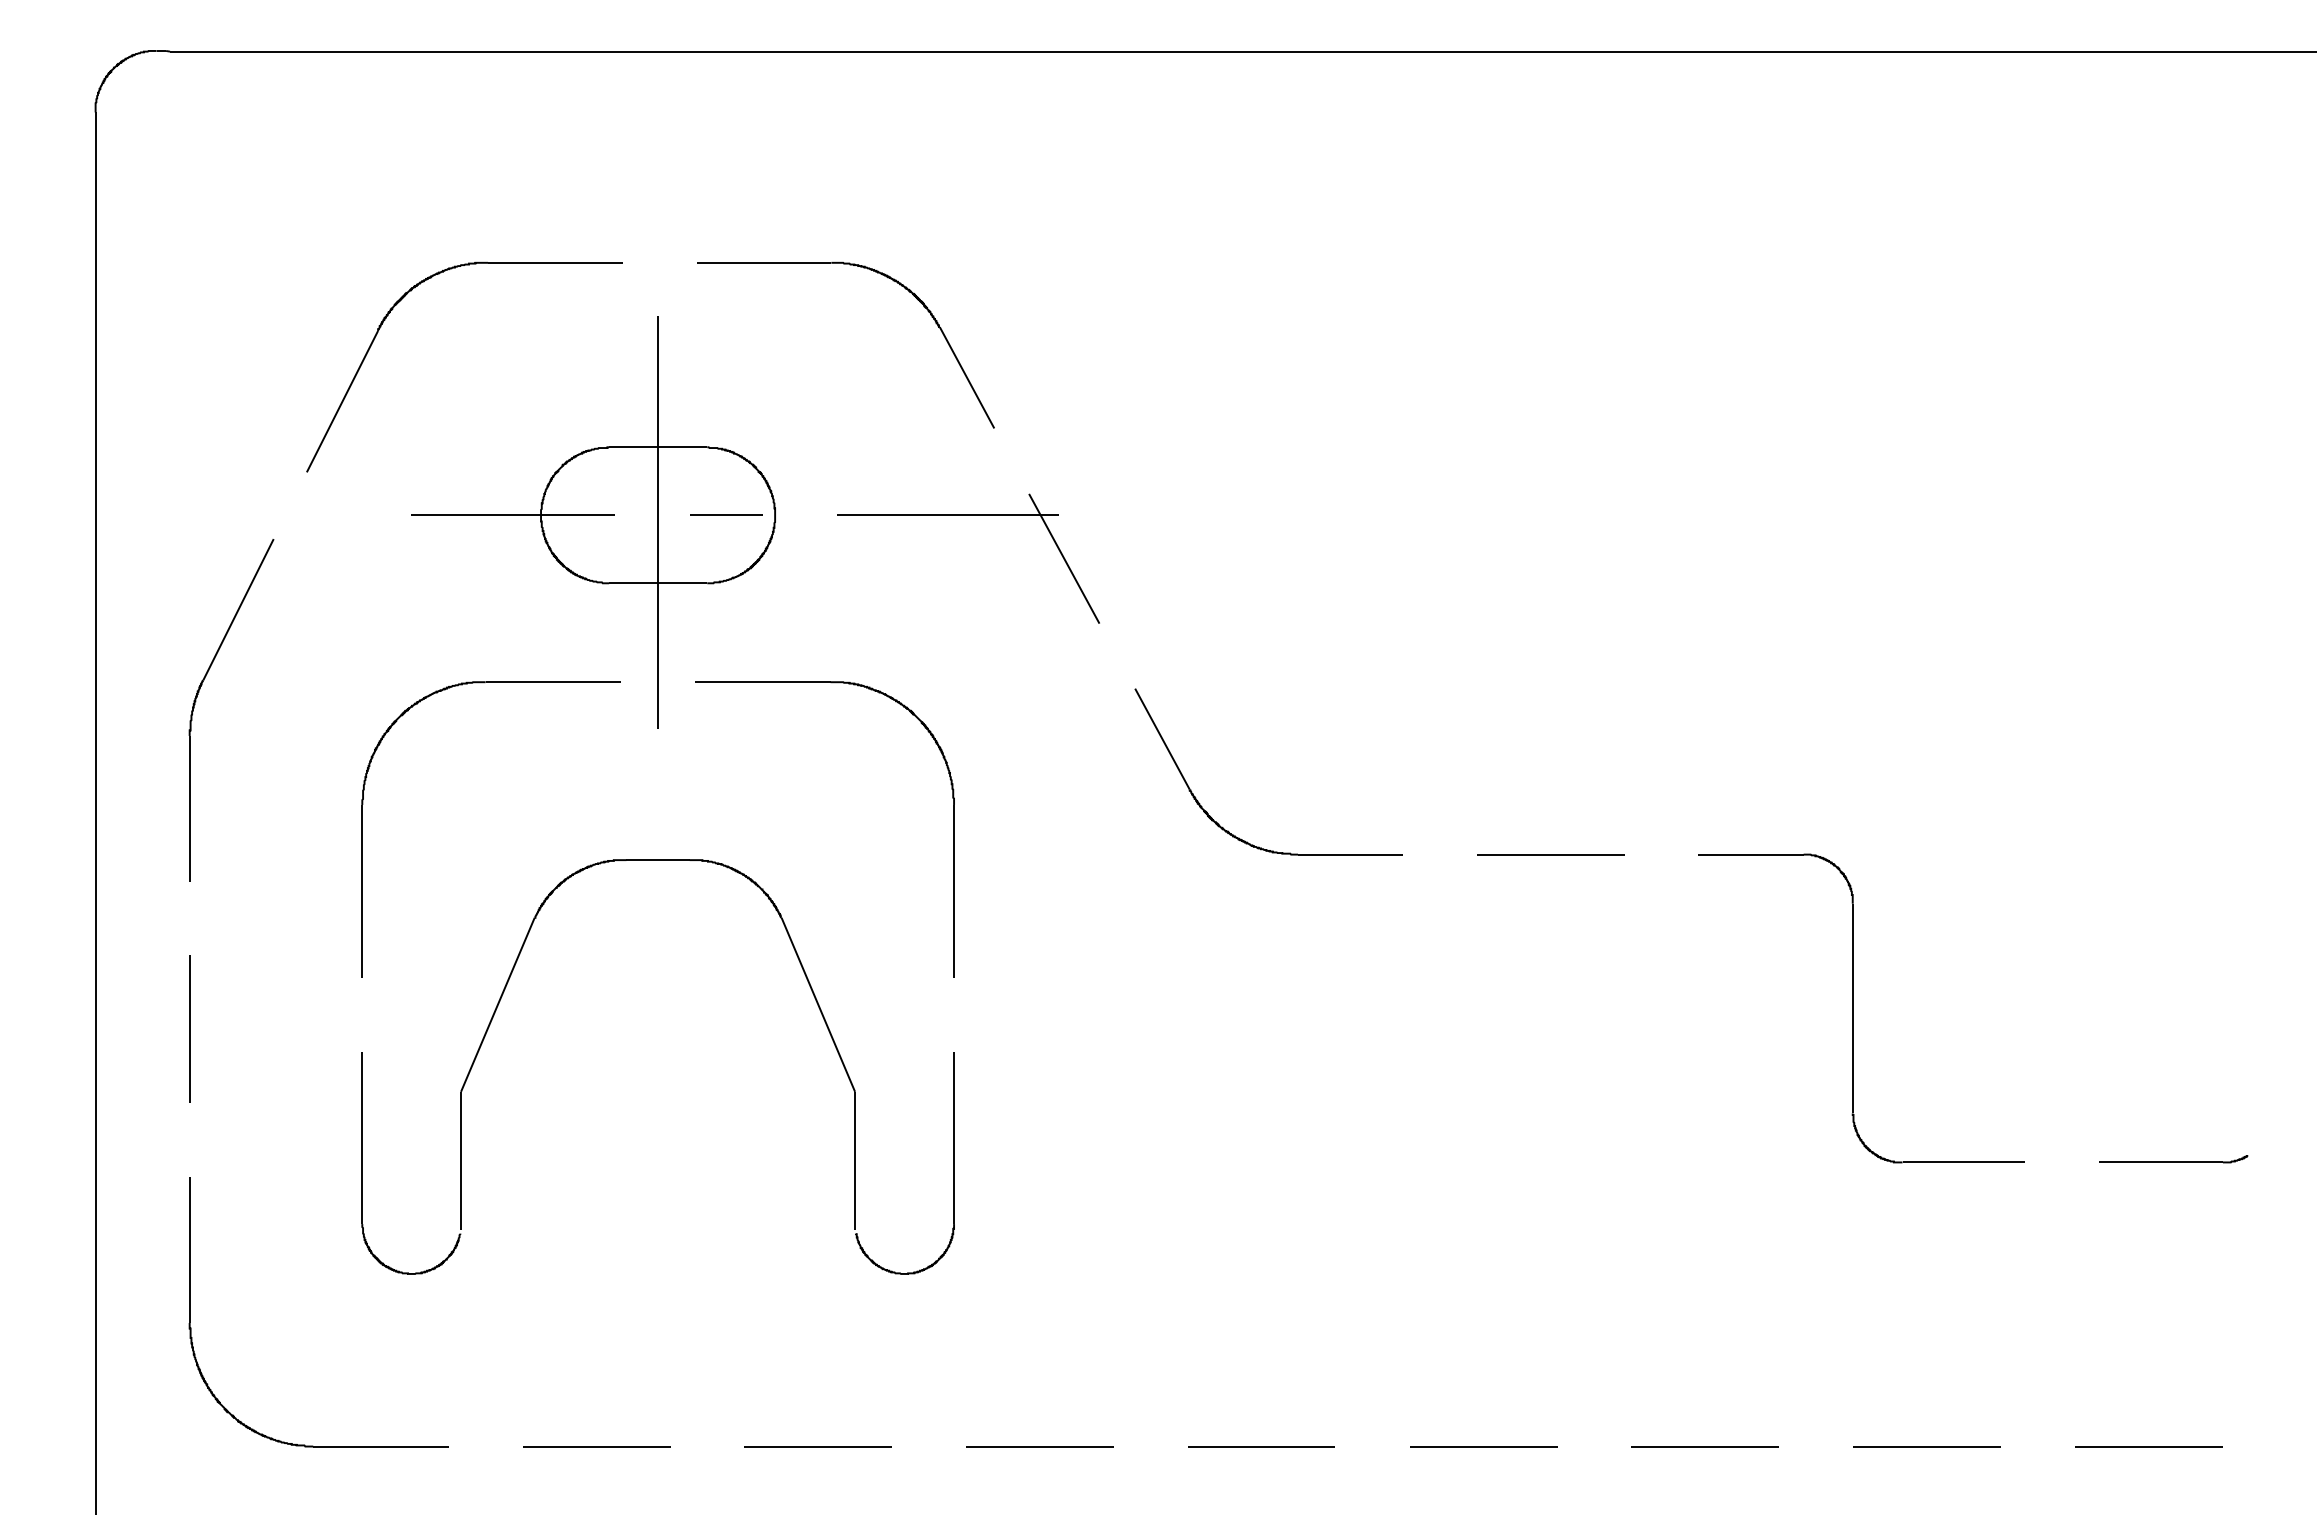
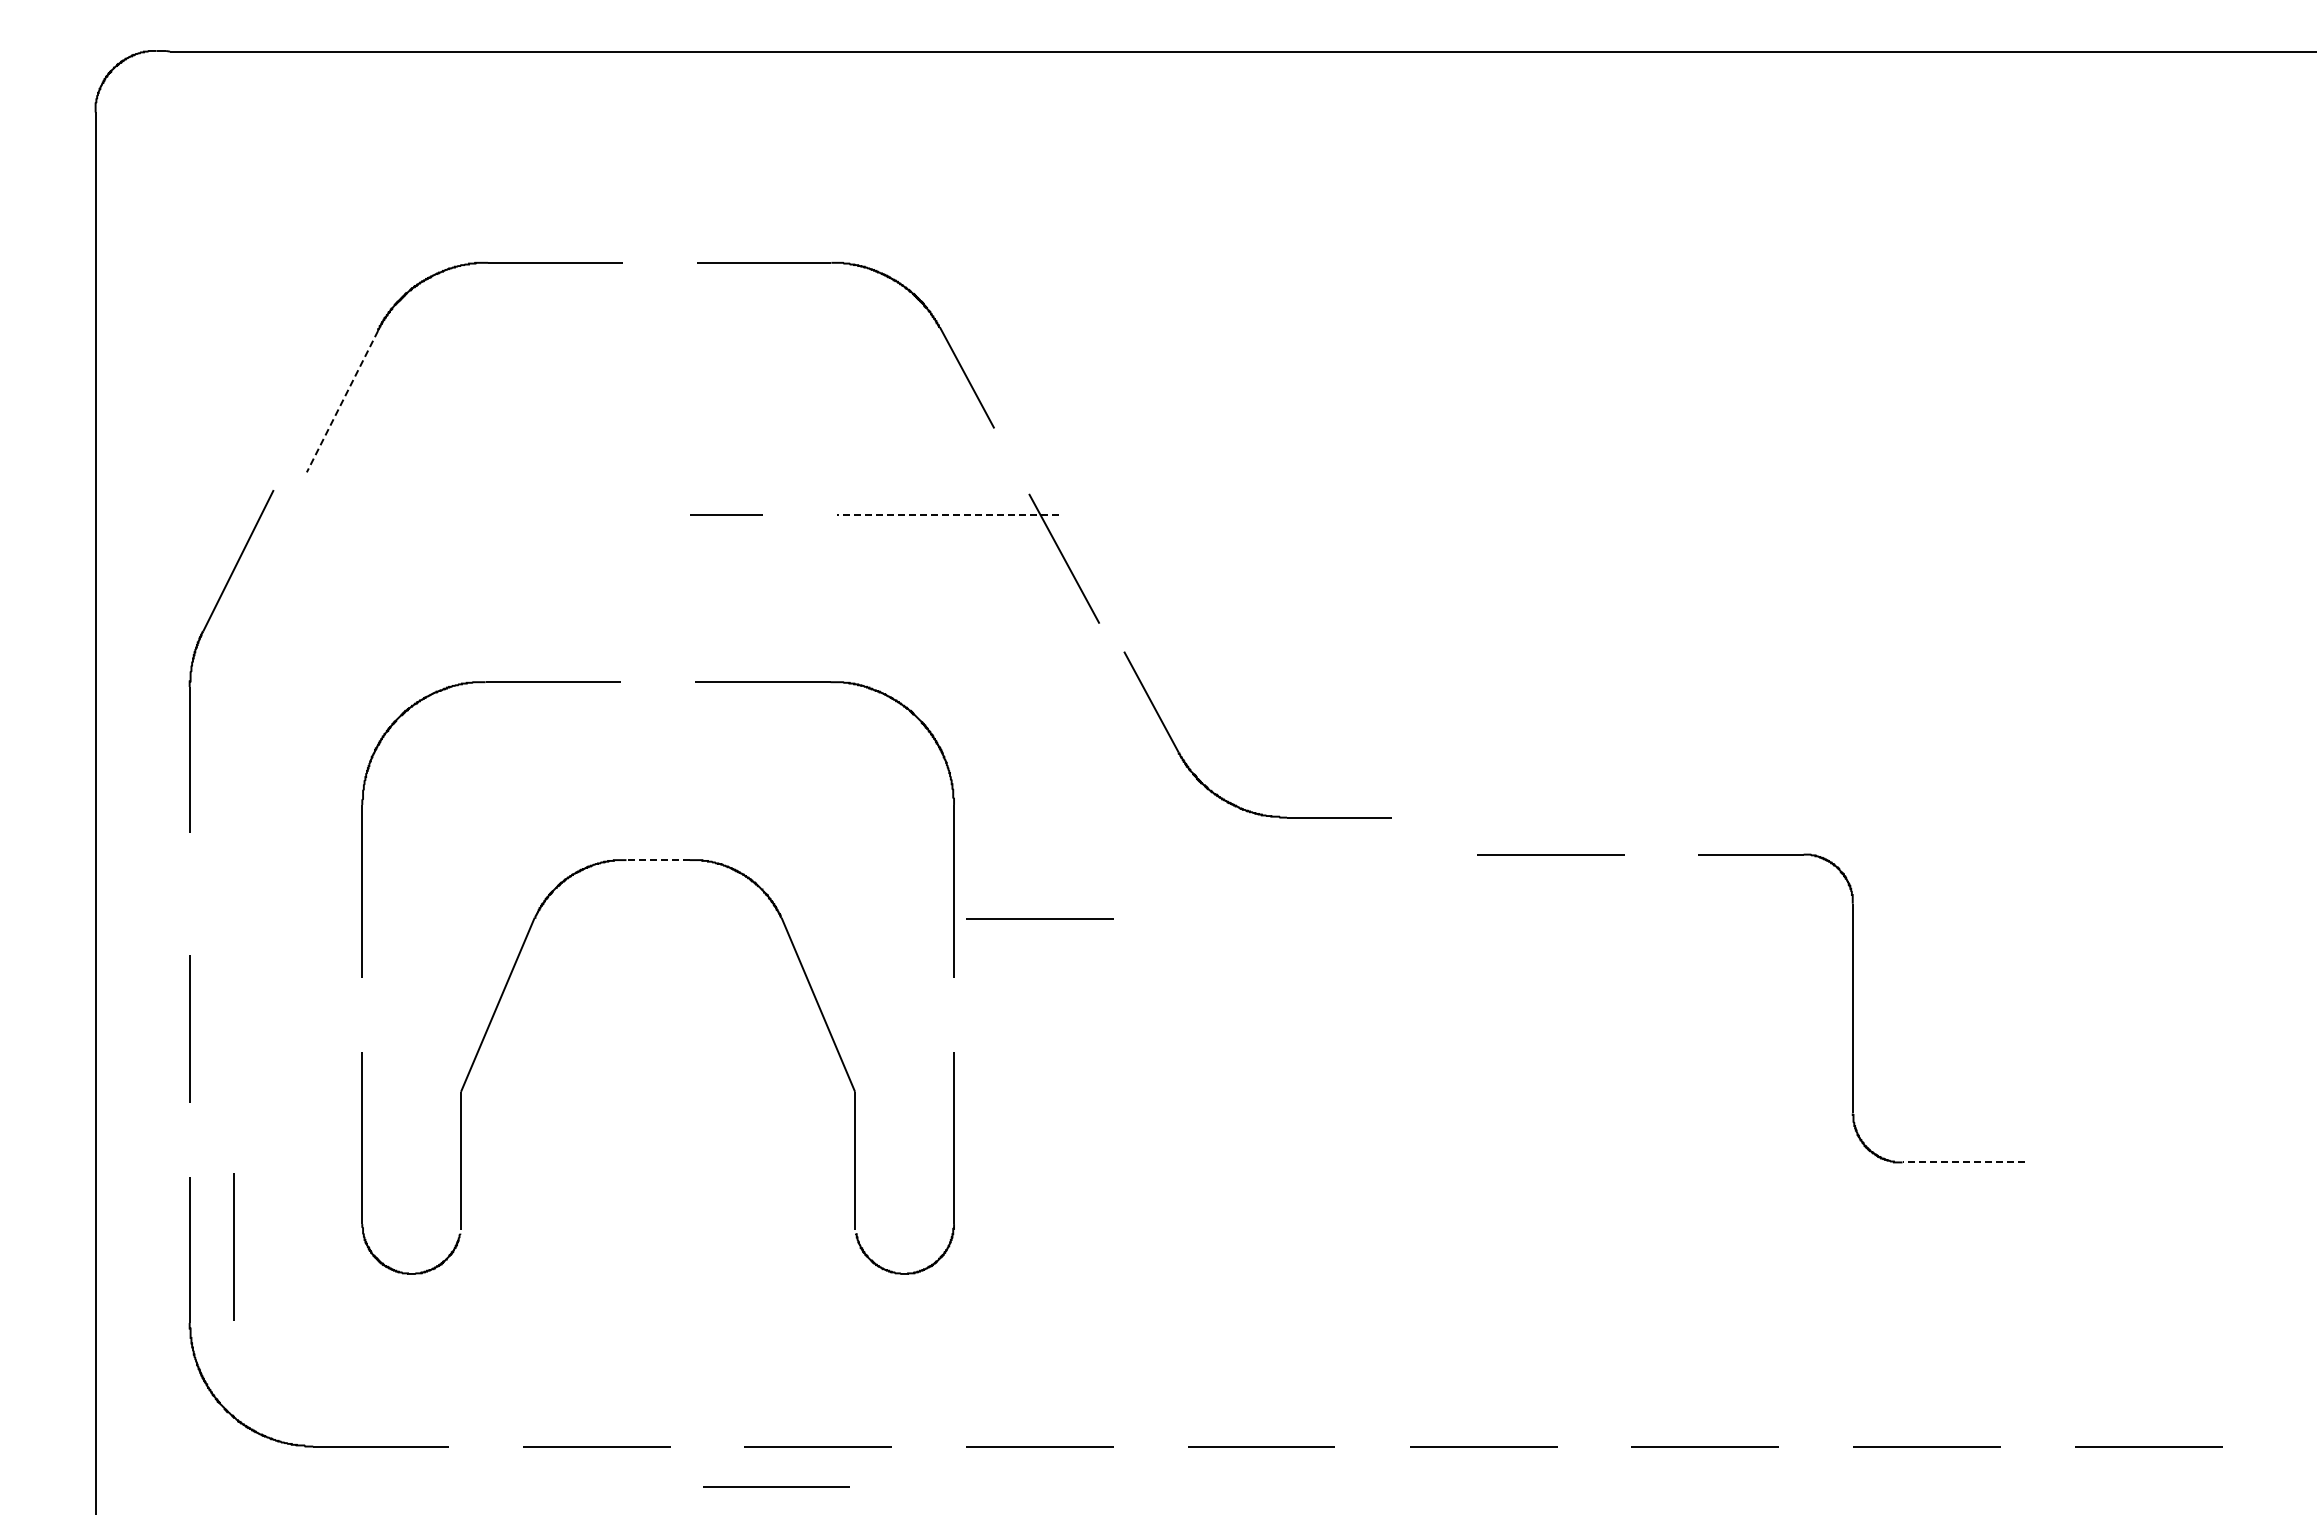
line at (342, 402): solid -> dashed
line at (947, 515): solid -> dashed
part at (593, 522): present -> none
part at (196, 701) position: (196, 701) -> (196, 652)
part at (1228, 830) position: (1228, 830) -> (1217, 793)
line at (658, 860): solid -> dashed
line at (1039, 918): none -> present
part at (2173, 1159): present -> none
line at (1963, 1162): solid -> dashed
line at (233, 1246): none -> present
line at (776, 1486): none -> present
